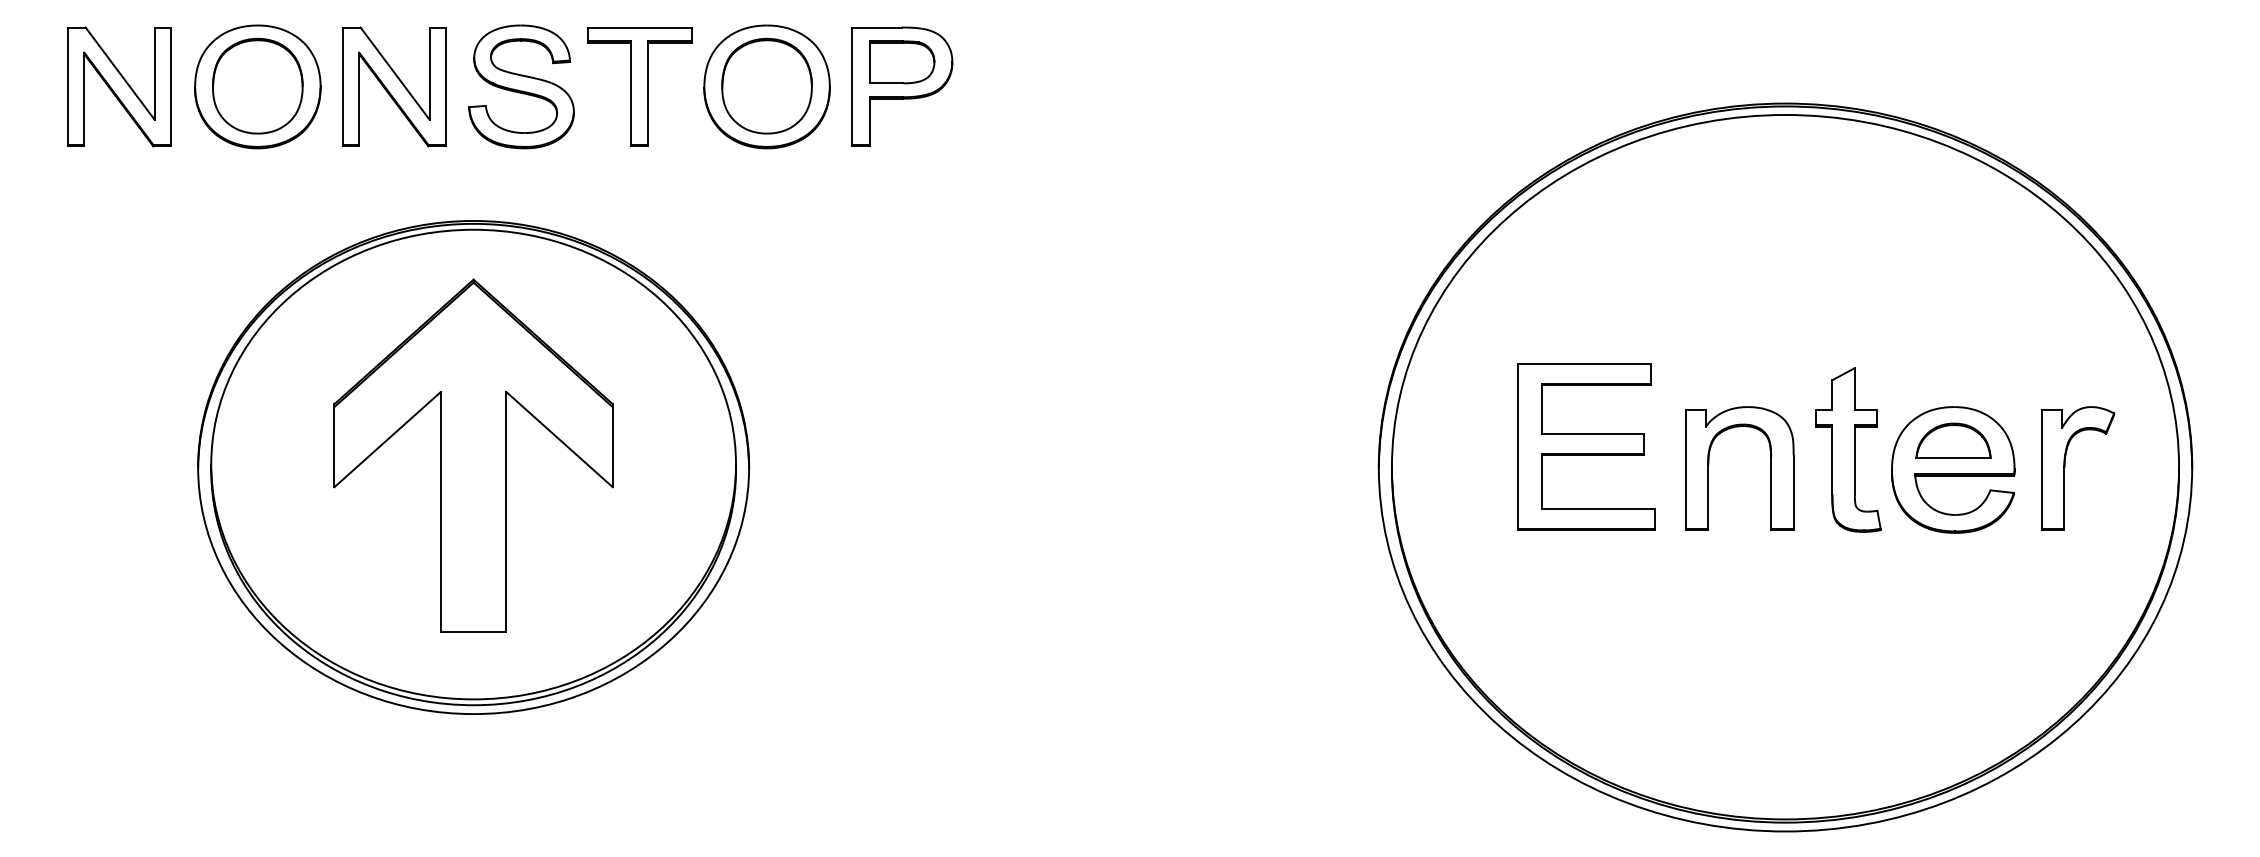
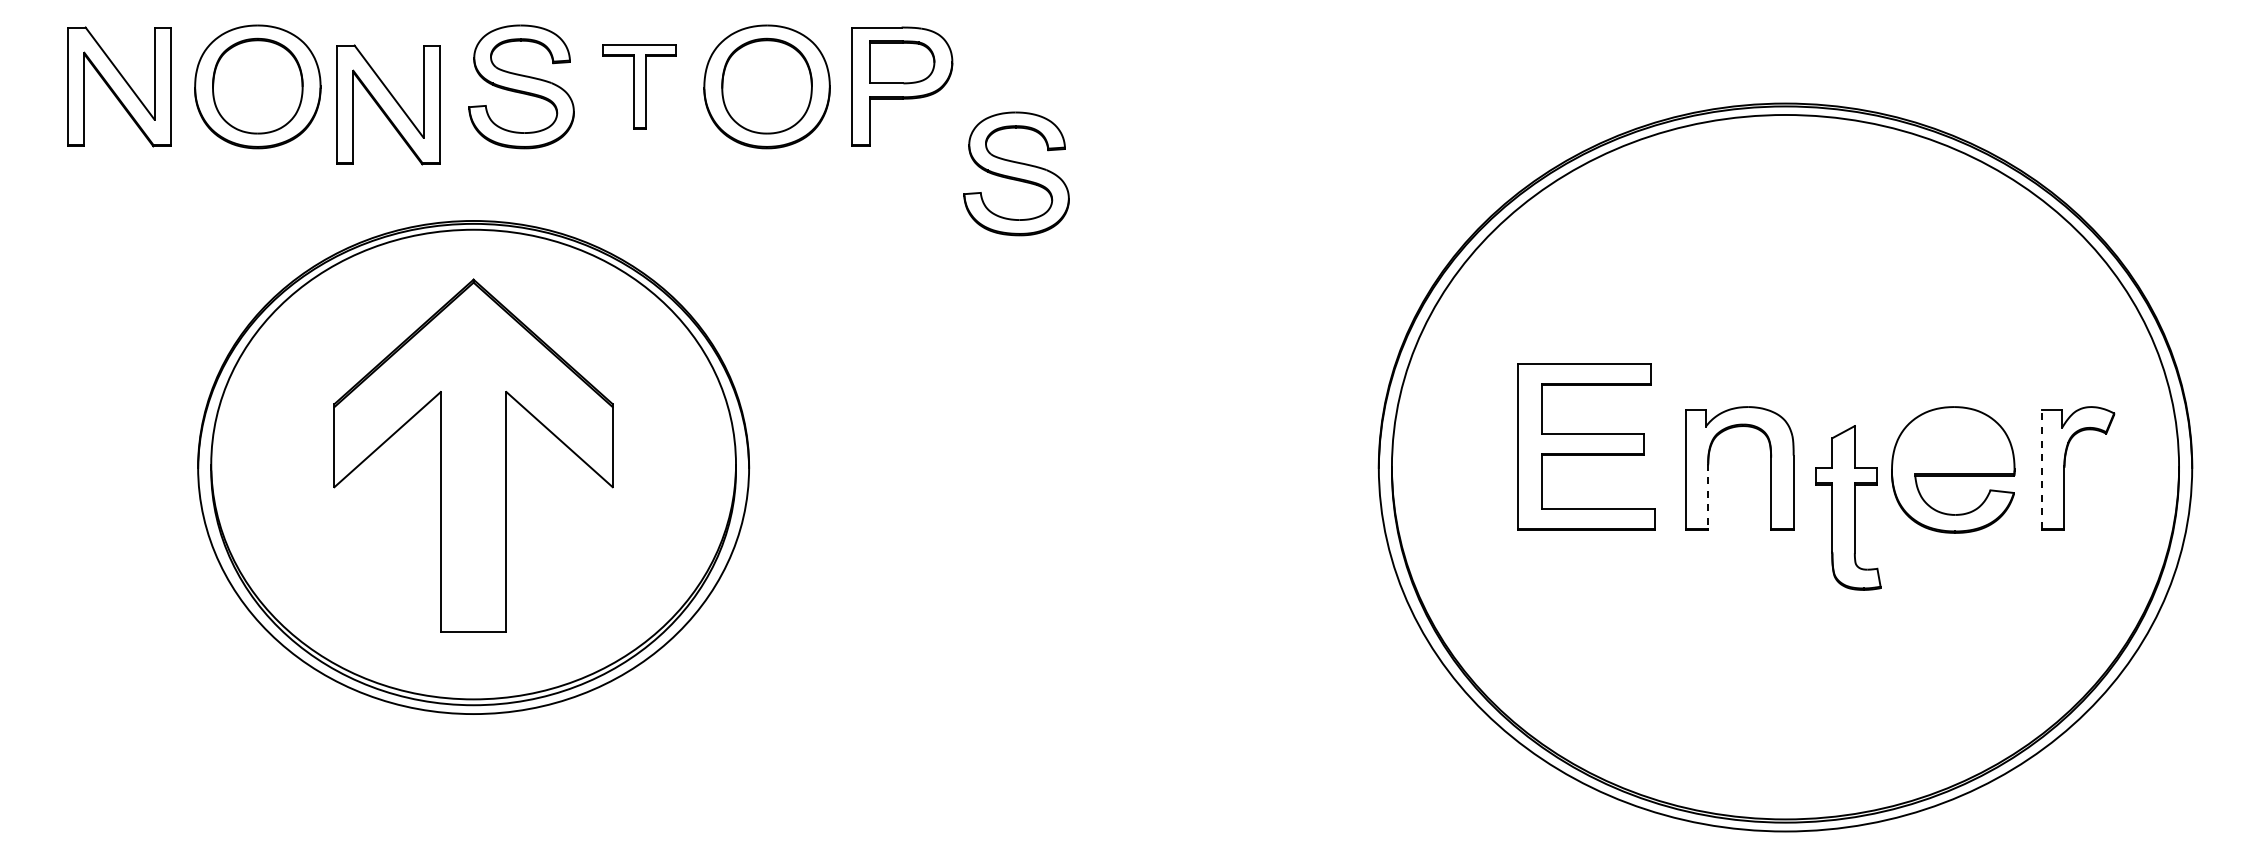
part at (394, 86) position: (394, 86) -> (388, 104)
part at (639, 86) size: 106x120 px -> 75x86 px
part at (1016, 173): none -> present
part at (1953, 440): present -> none
part at (1848, 449) position: (1848, 449) -> (1848, 507)
line at (2041, 469): solid -> dashed
line at (1708, 496): solid -> dashed
